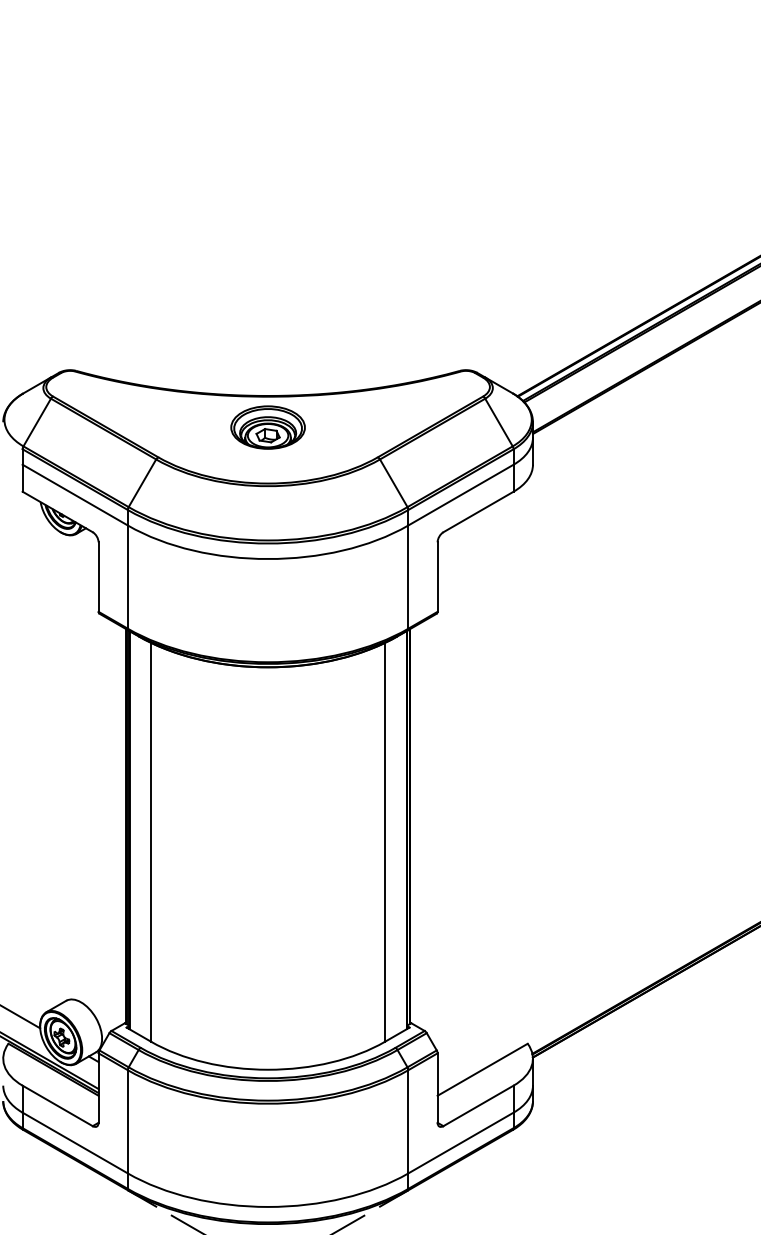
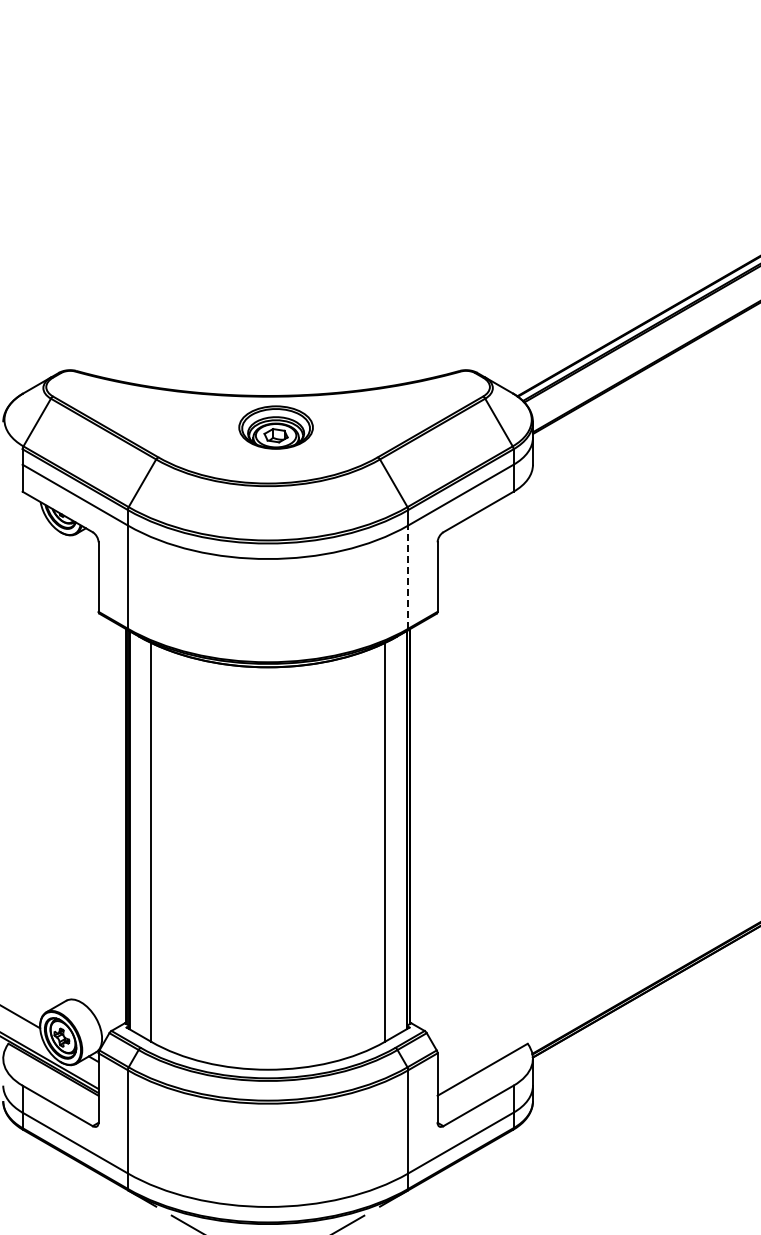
part at (267, 427) position: (267, 427) -> (275, 427)
line at (408, 577): solid -> dashed
